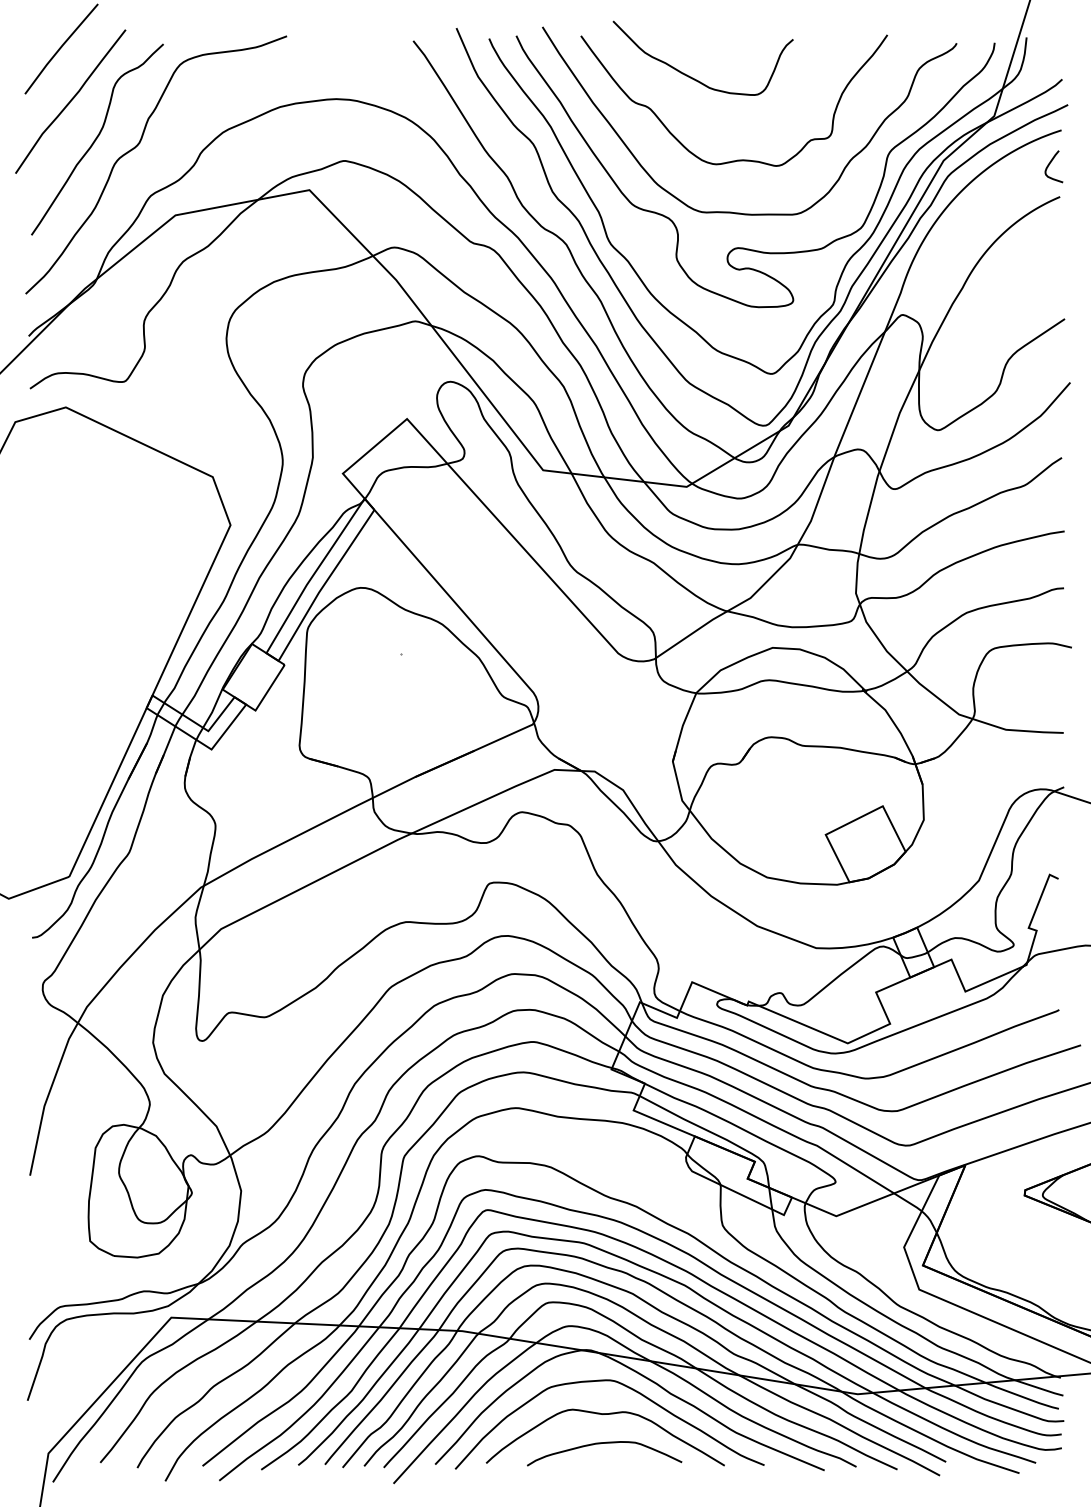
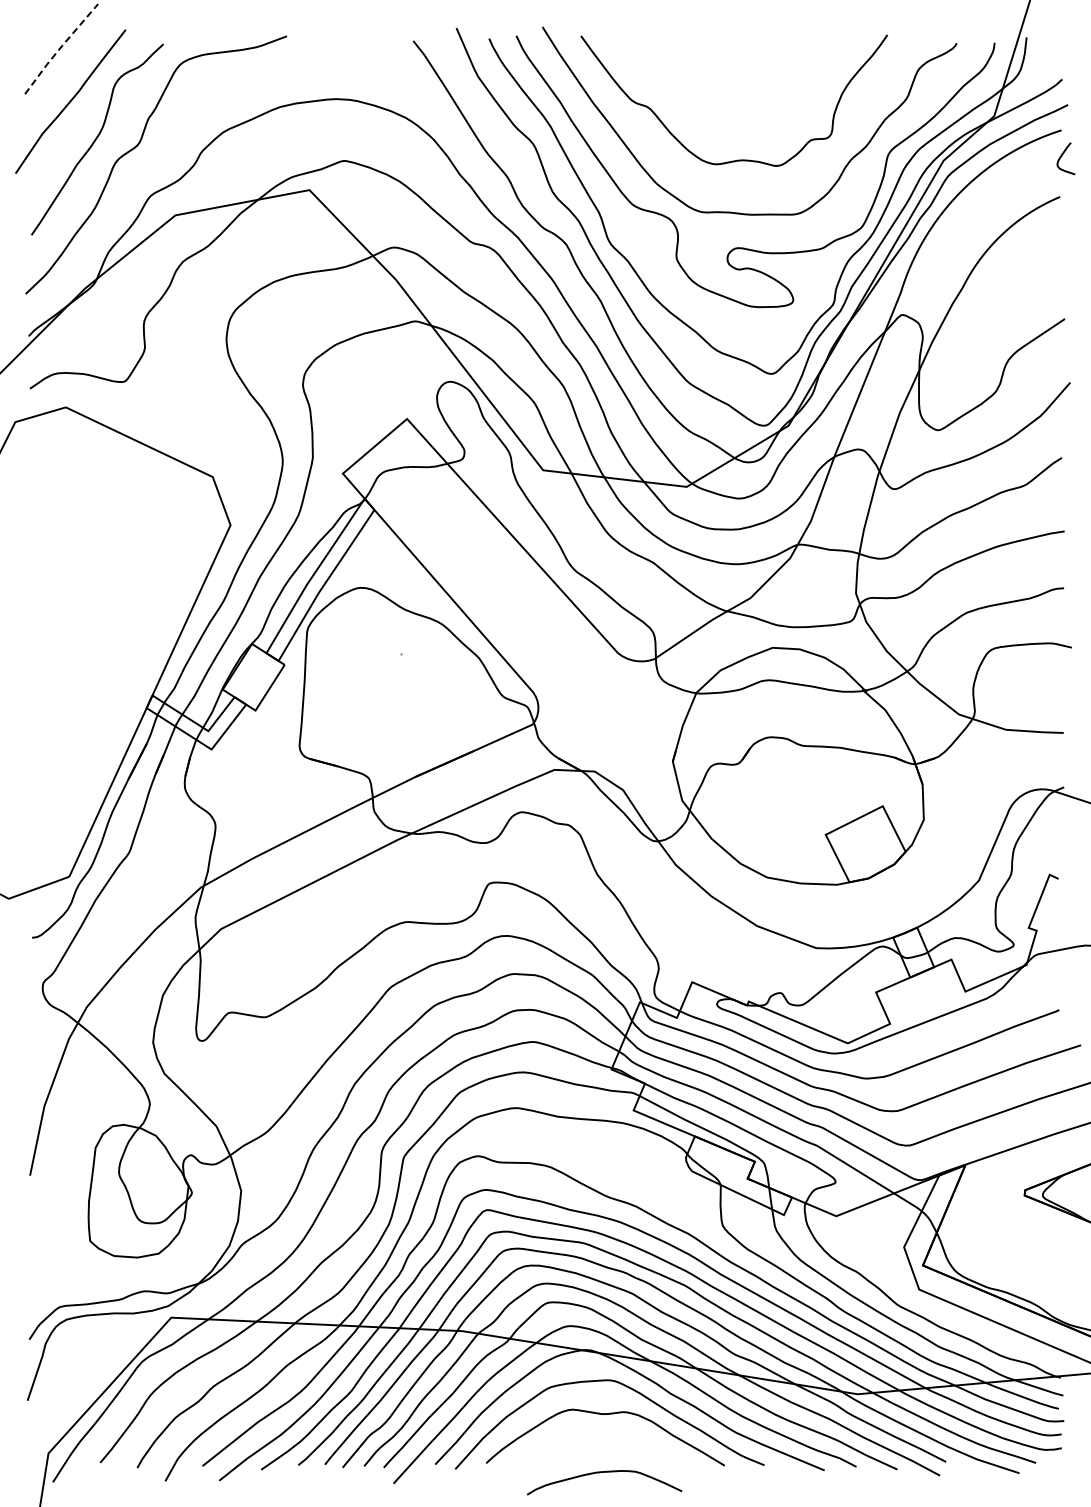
line at (60, 47): solid -> dashed
curve at (693, 77): present -> none
curve at (1050, 164) position: (1050, 164) -> (1062, 156)
curve at (600, 1444) position: (600, 1444) -> (600, 1473)
